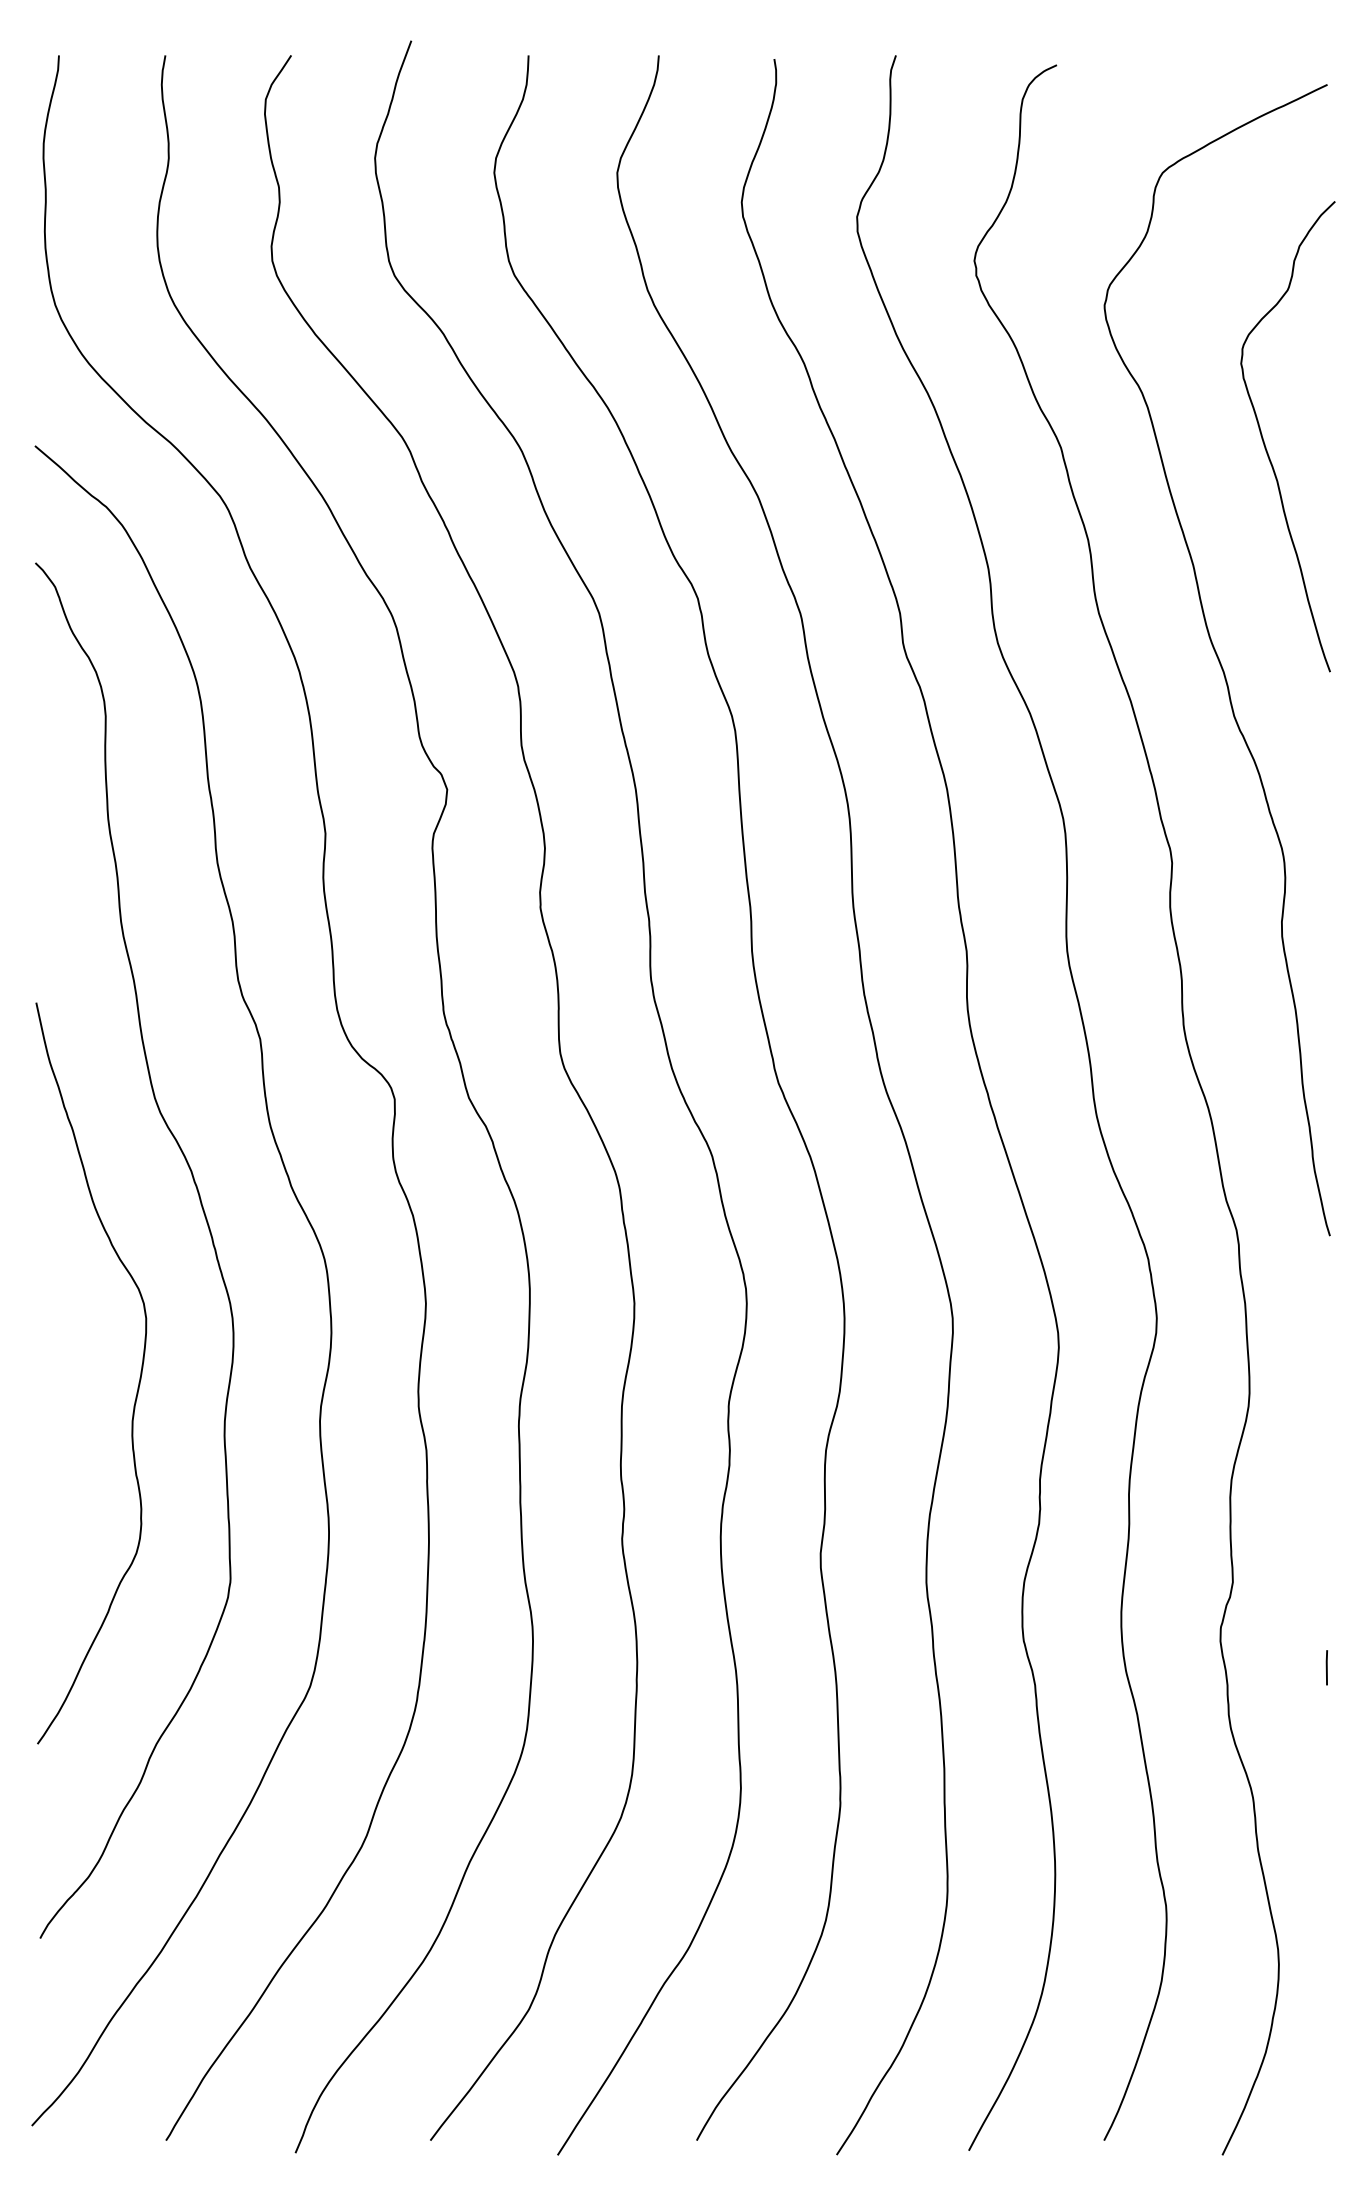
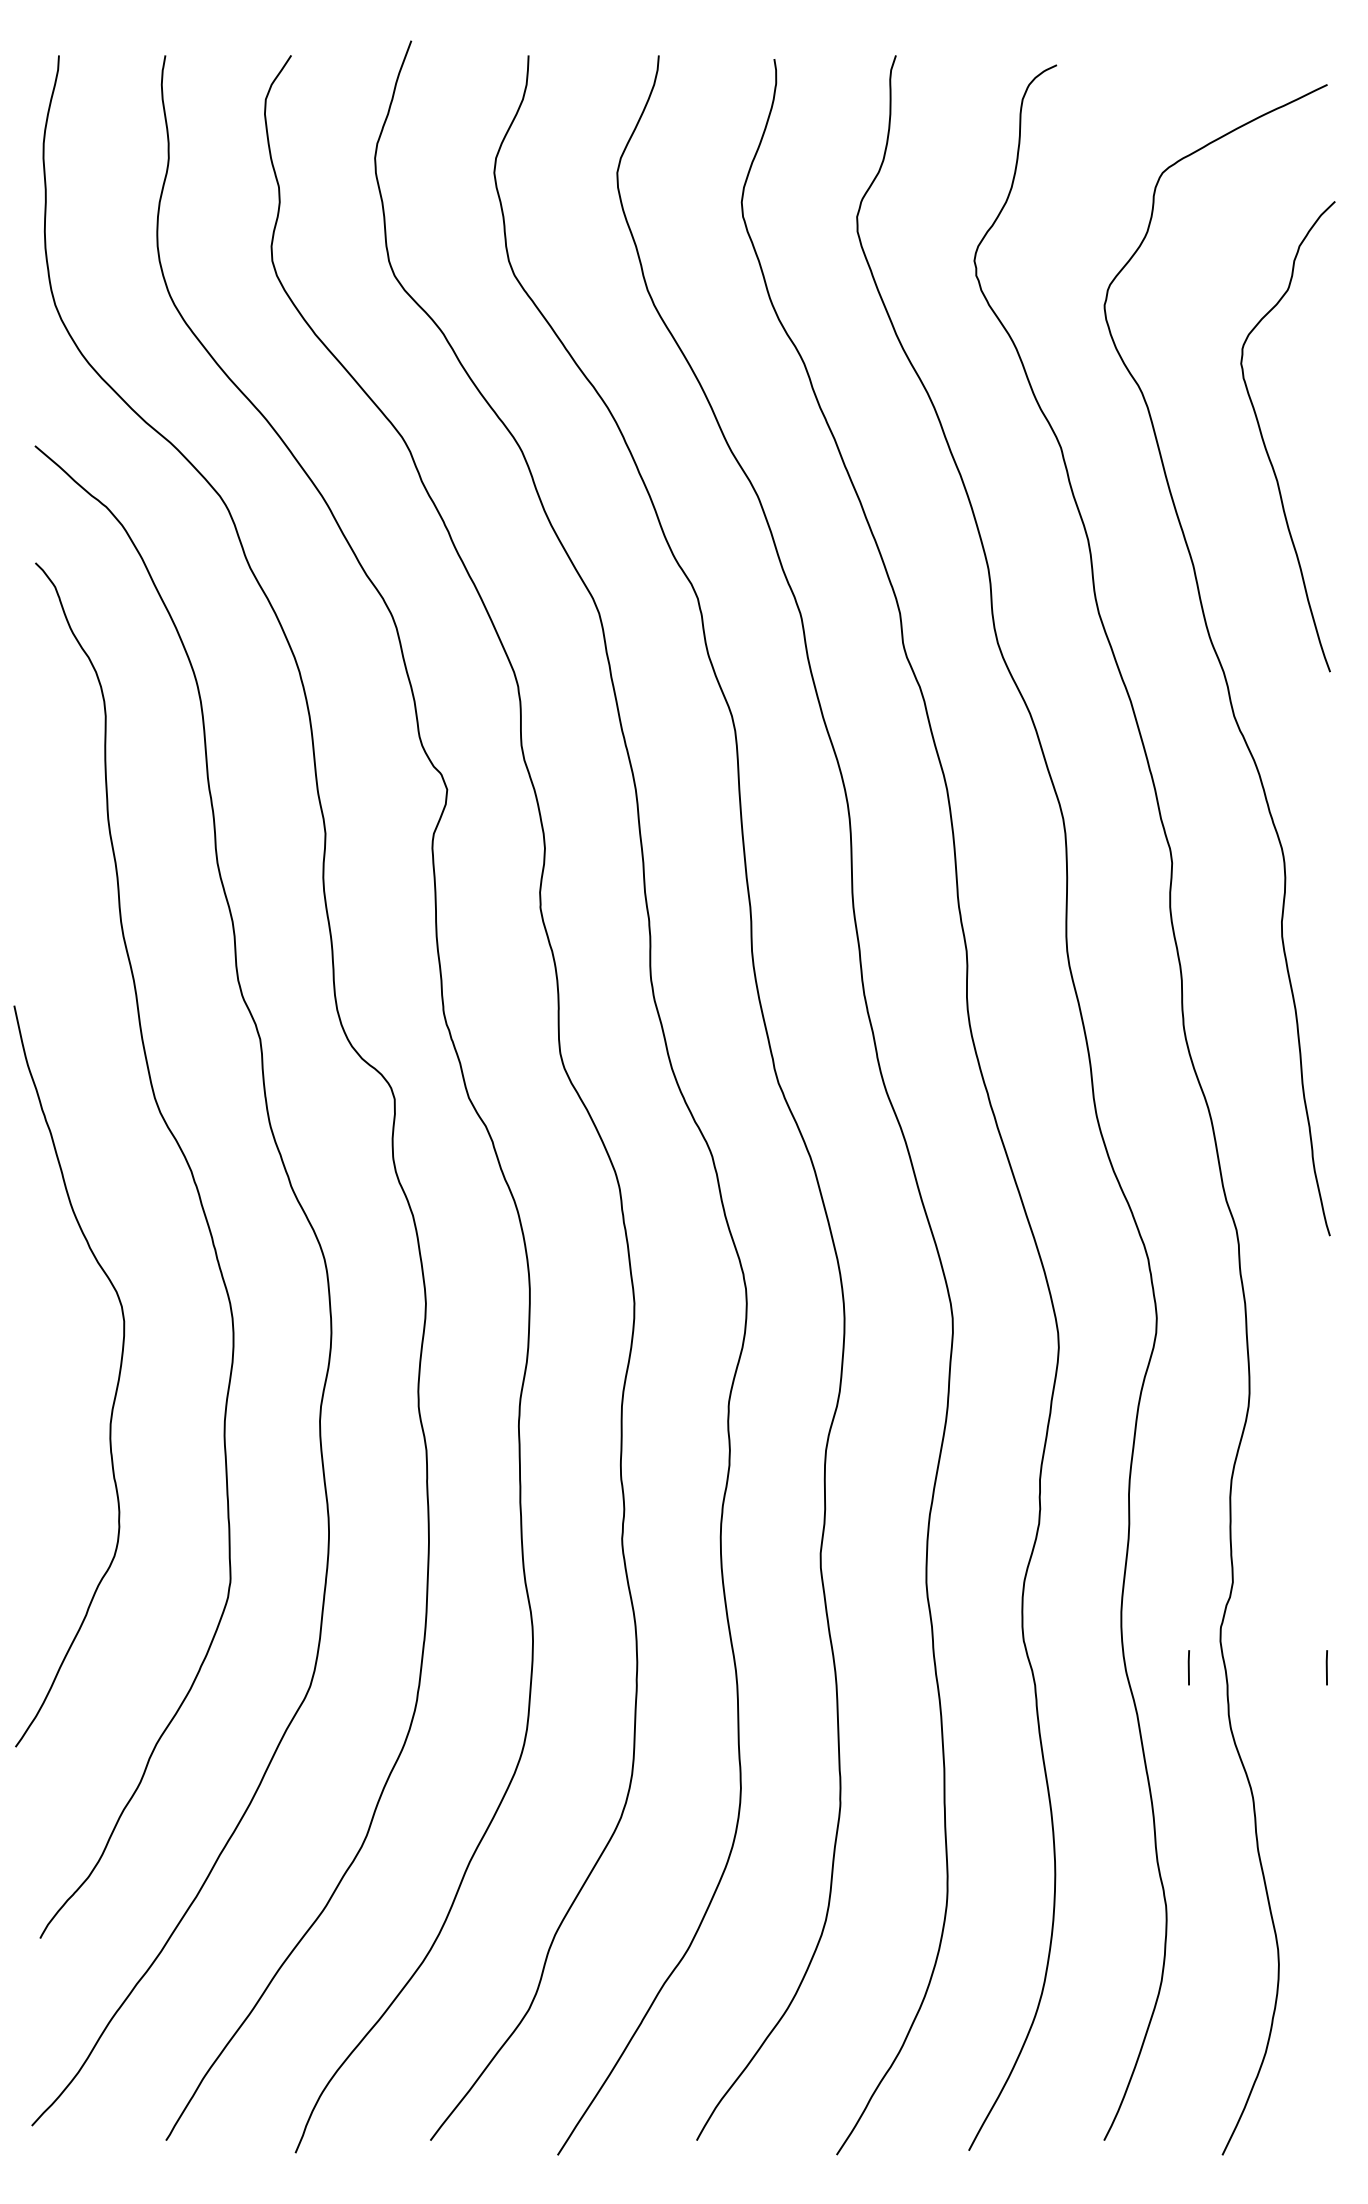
curve at (138, 1382) position: (138, 1382) -> (116, 1385)
line at (1188, 1667): none -> present
